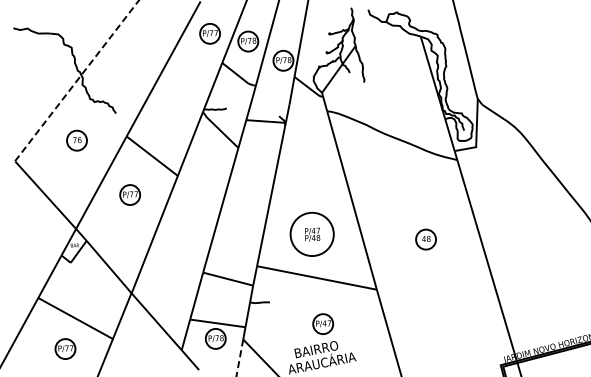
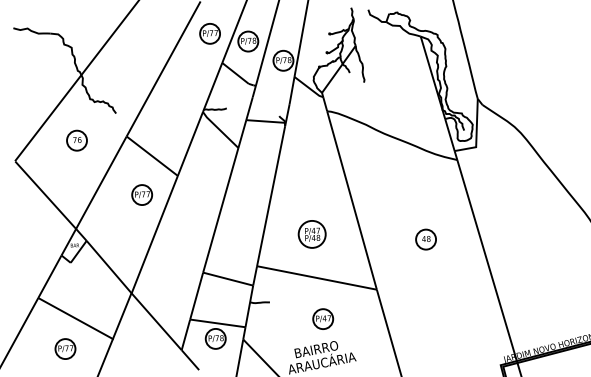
line at (77, 80): dashed -> solid
part at (129, 194) position: (129, 194) -> (141, 194)
circle at (311, 234) diameter: 43 px -> 27 px
part at (323, 323) position: (323, 323) -> (323, 318)
line at (239, 358): dashed -> solid
